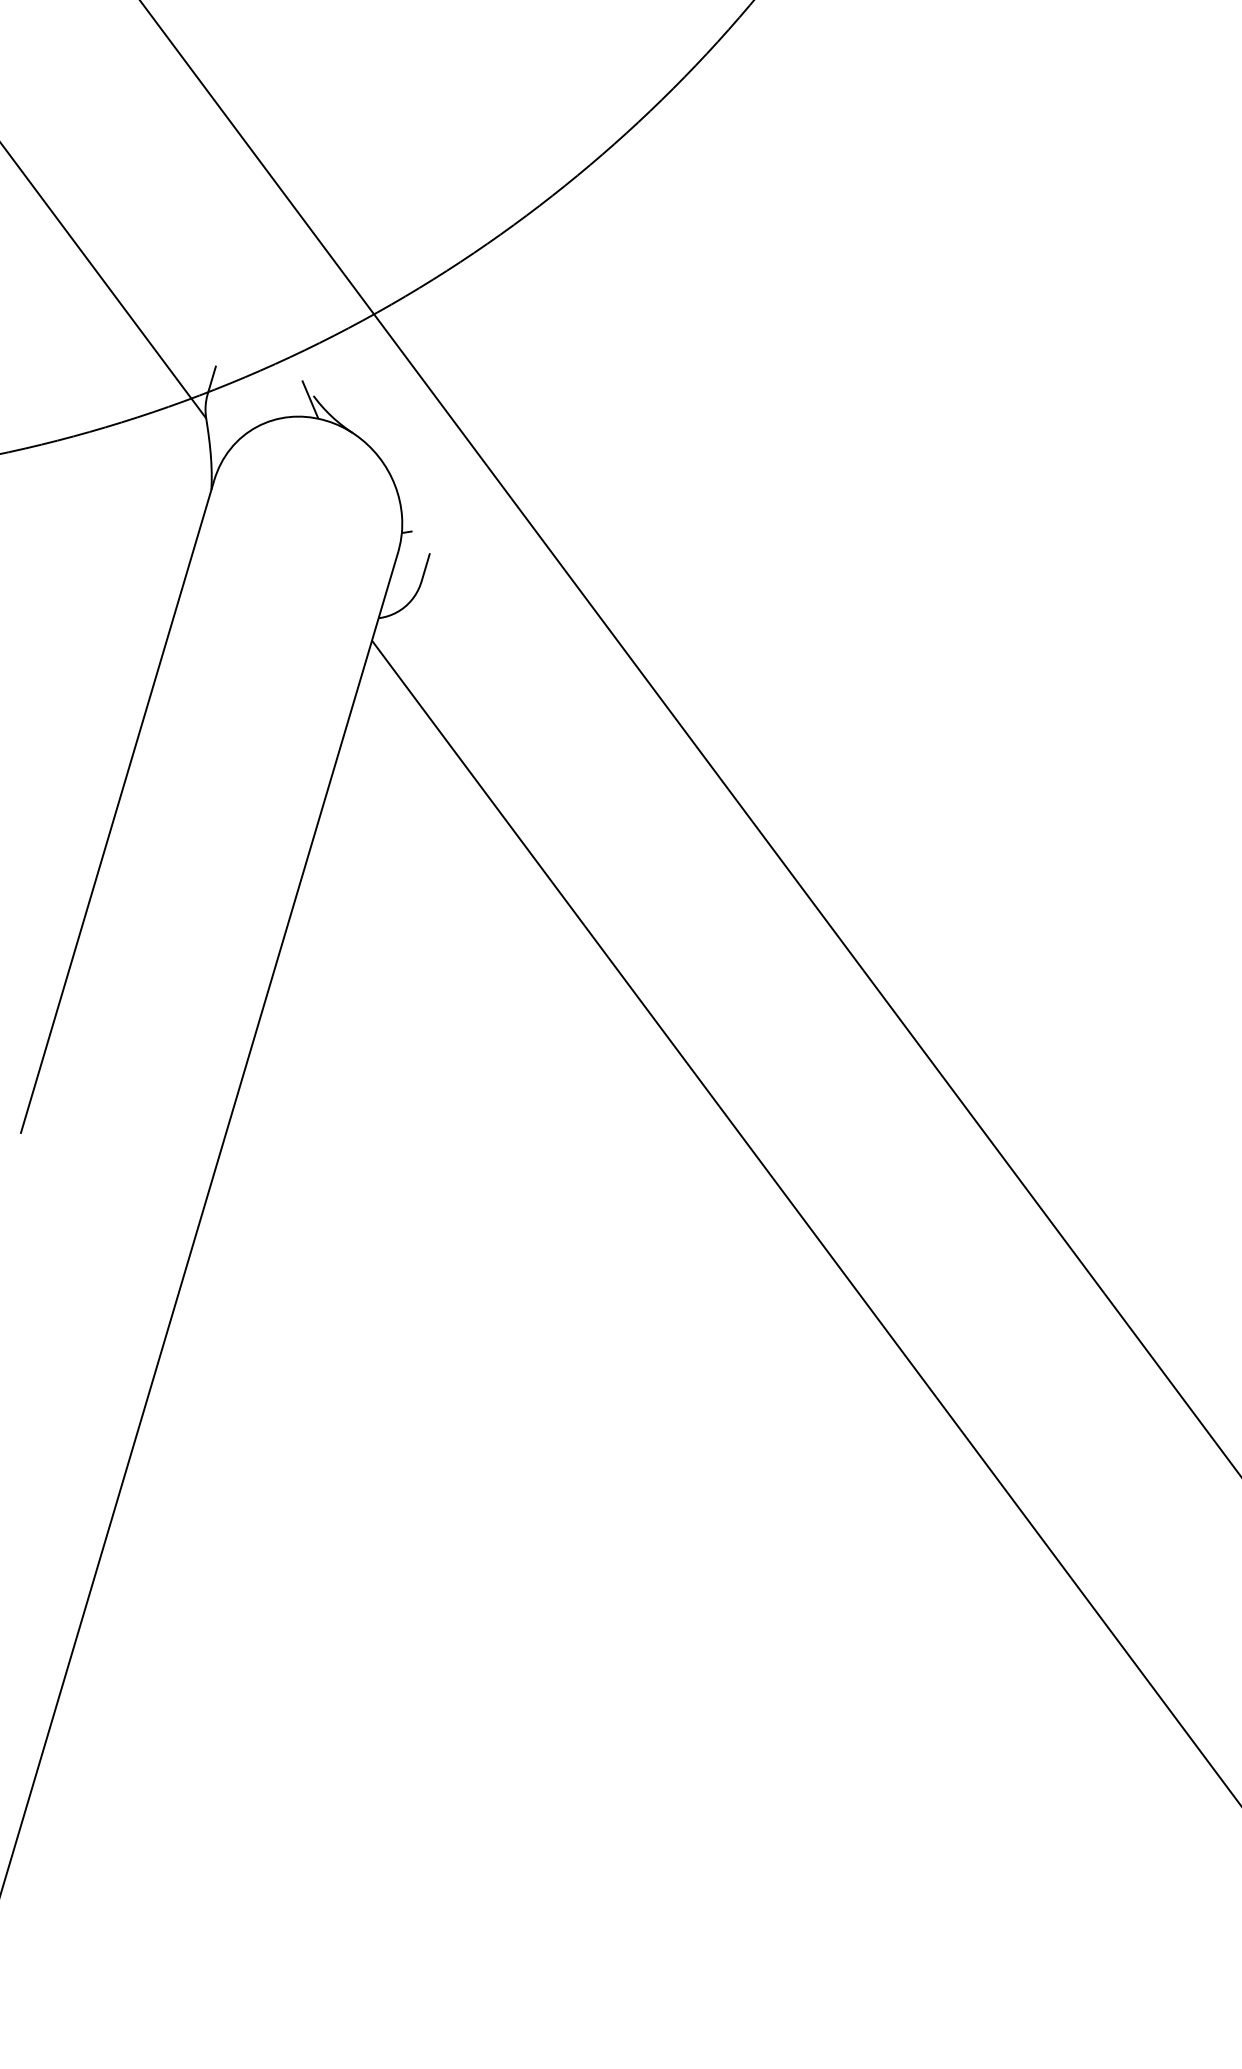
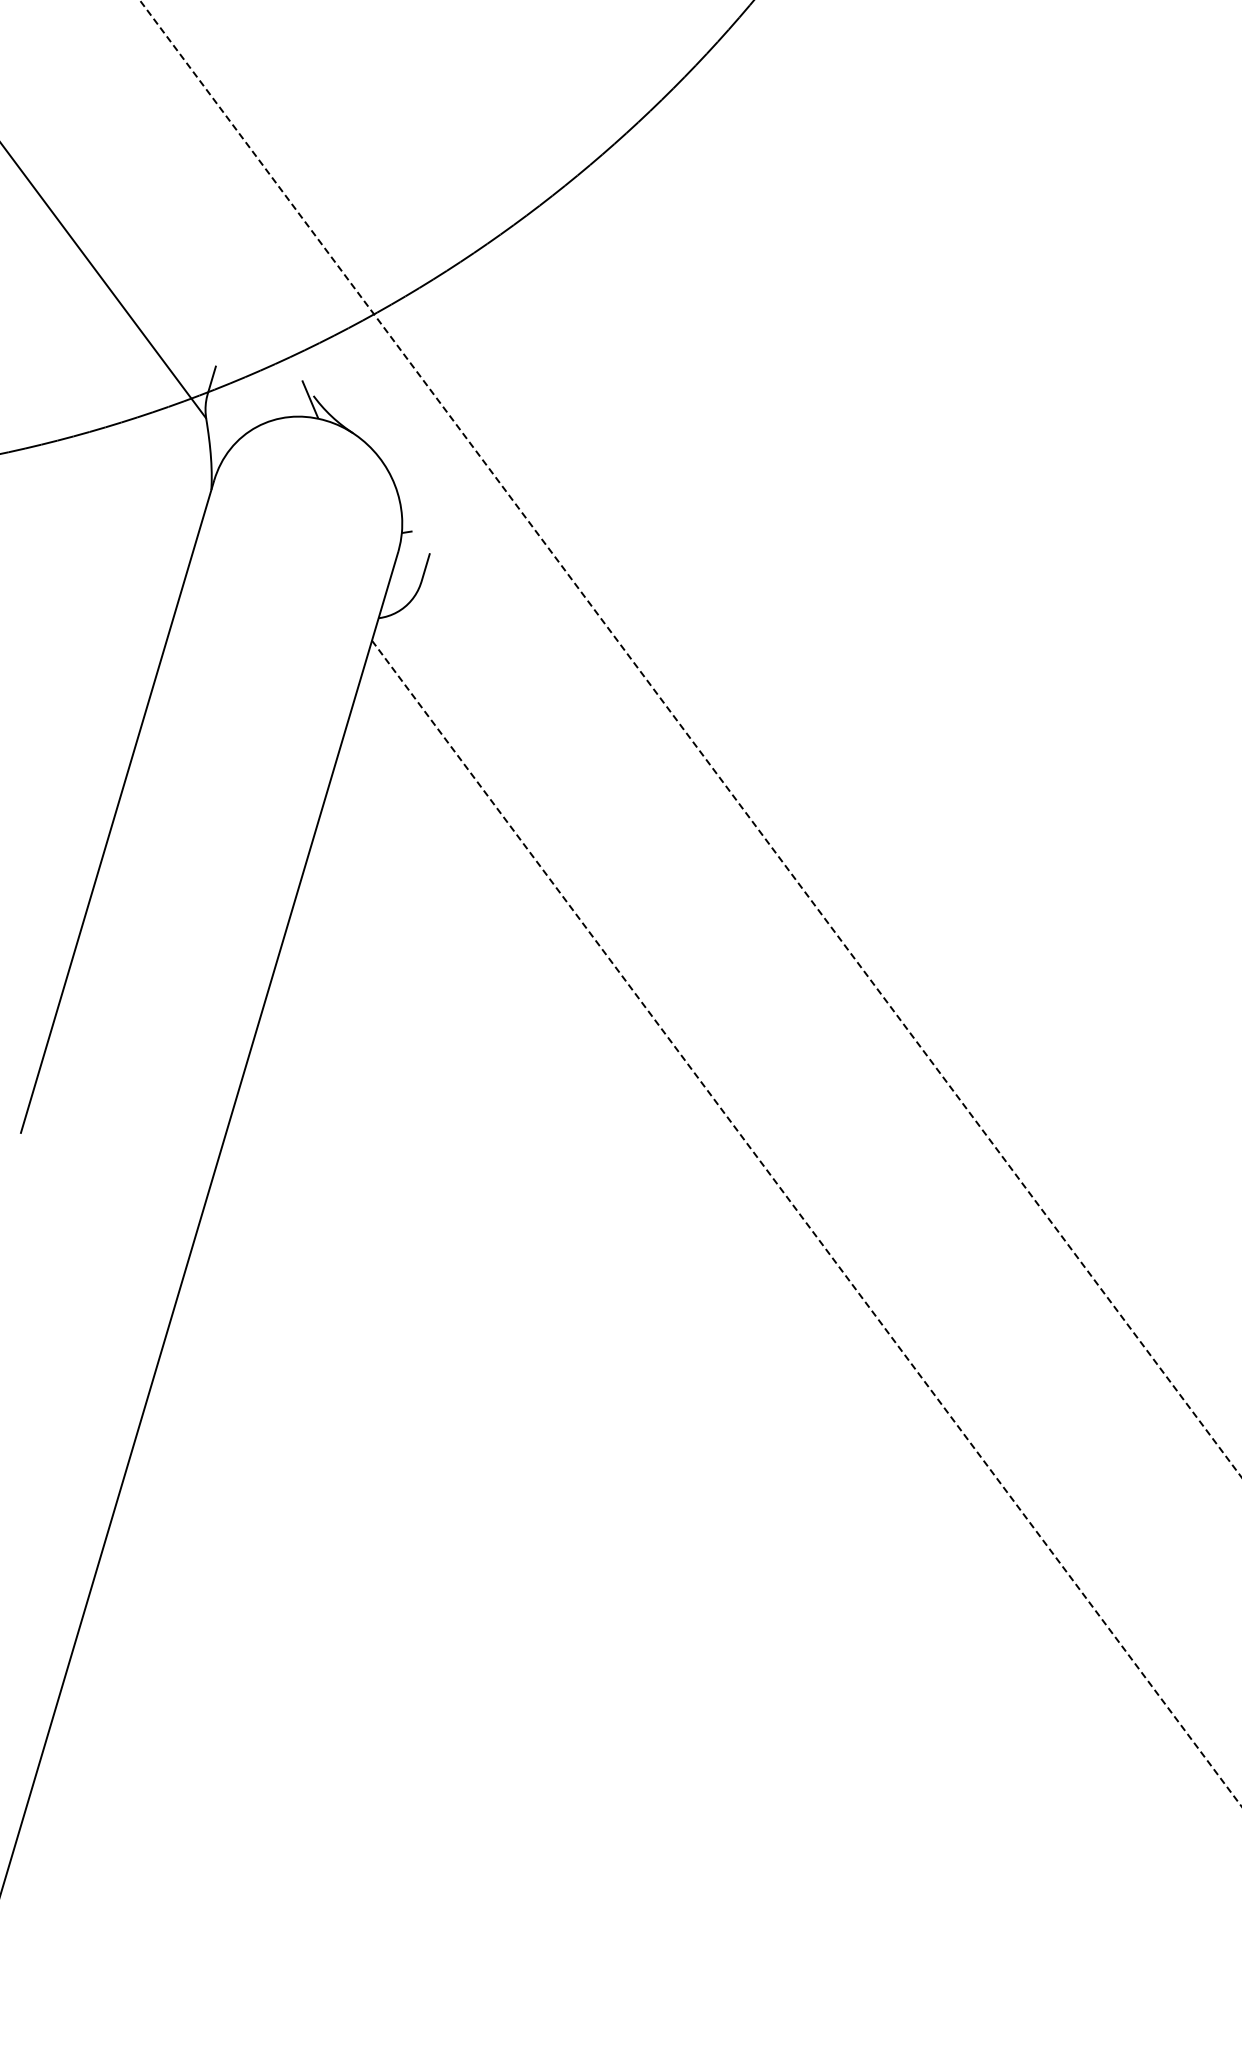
line at (691, 739): solid -> dashed
line at (807, 1224): solid -> dashed
